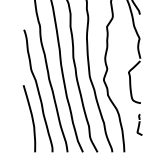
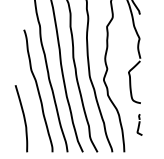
curve at (31, 118) position: (31, 118) -> (23, 118)
